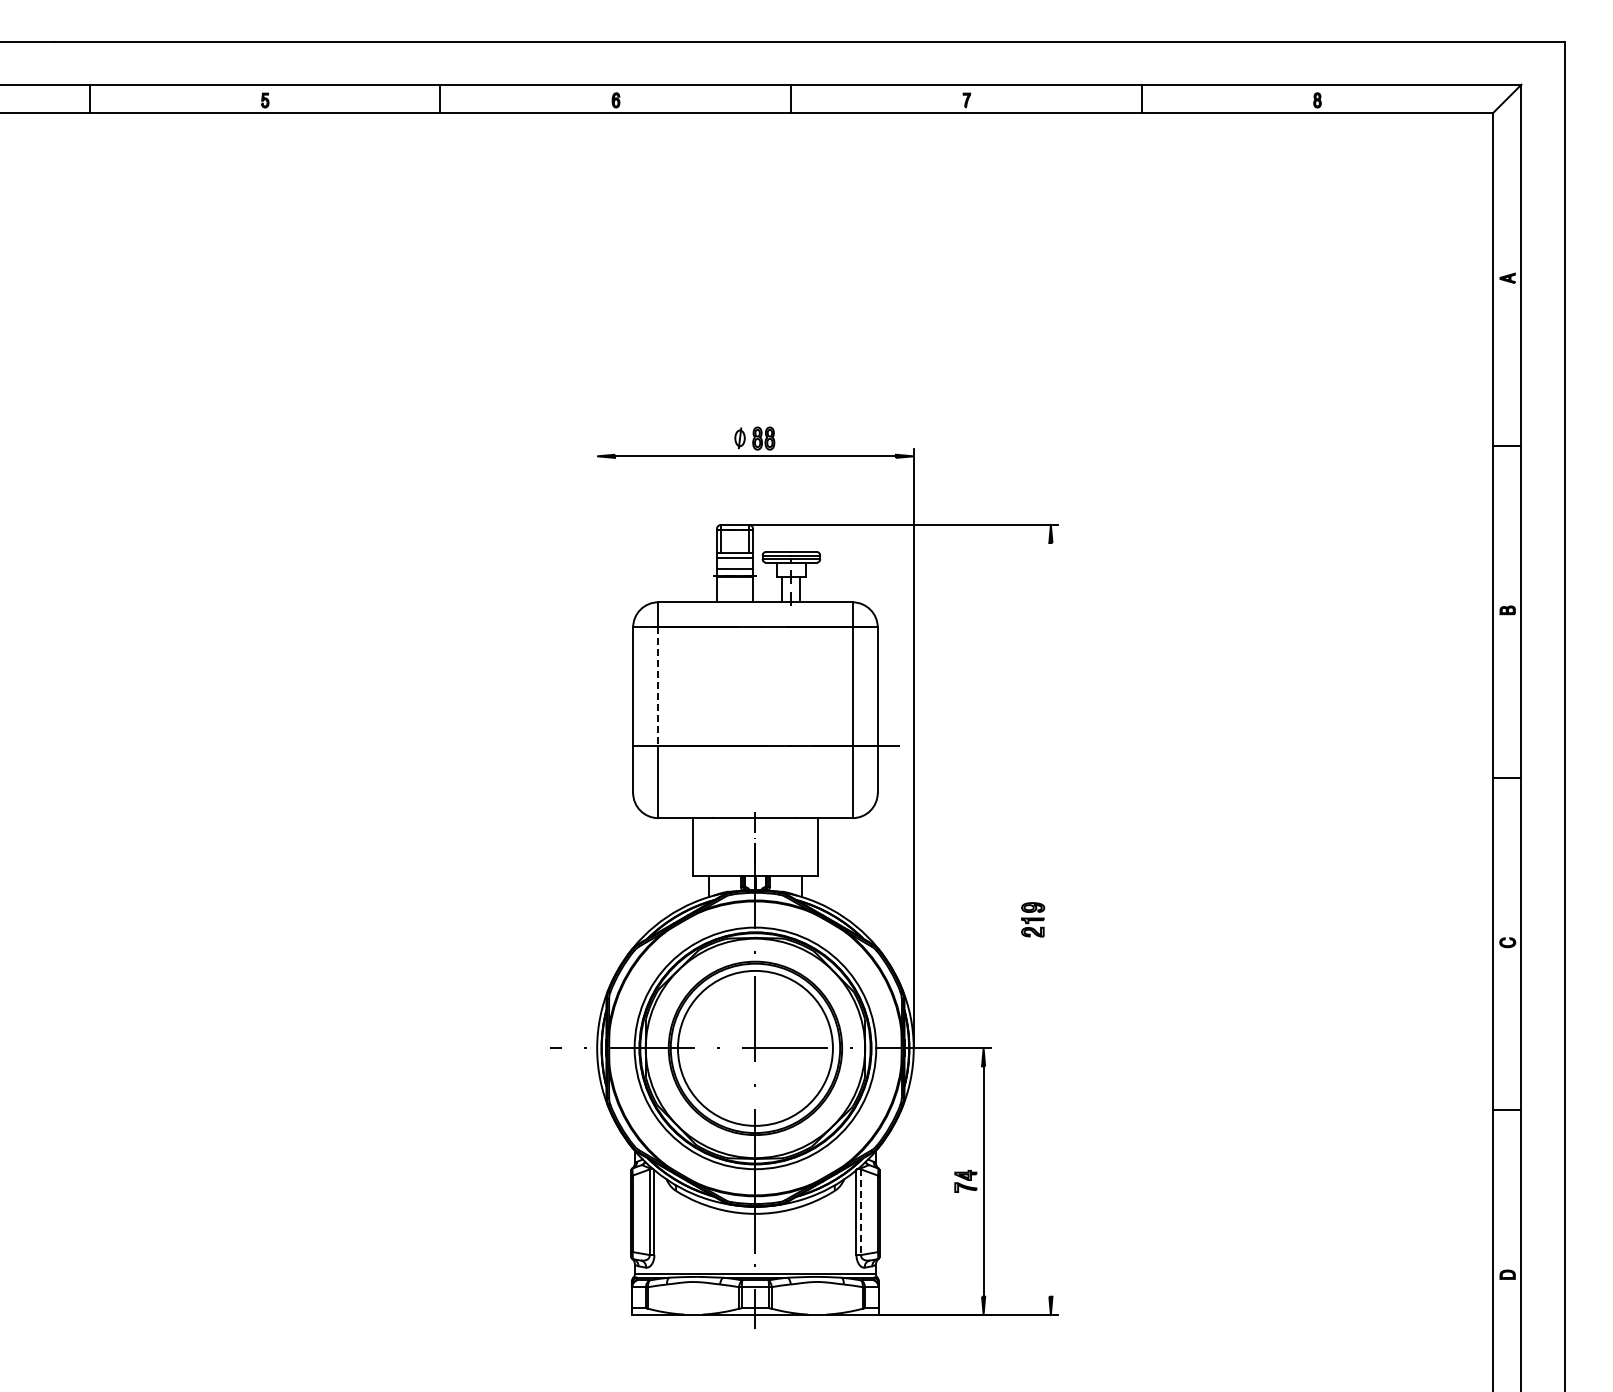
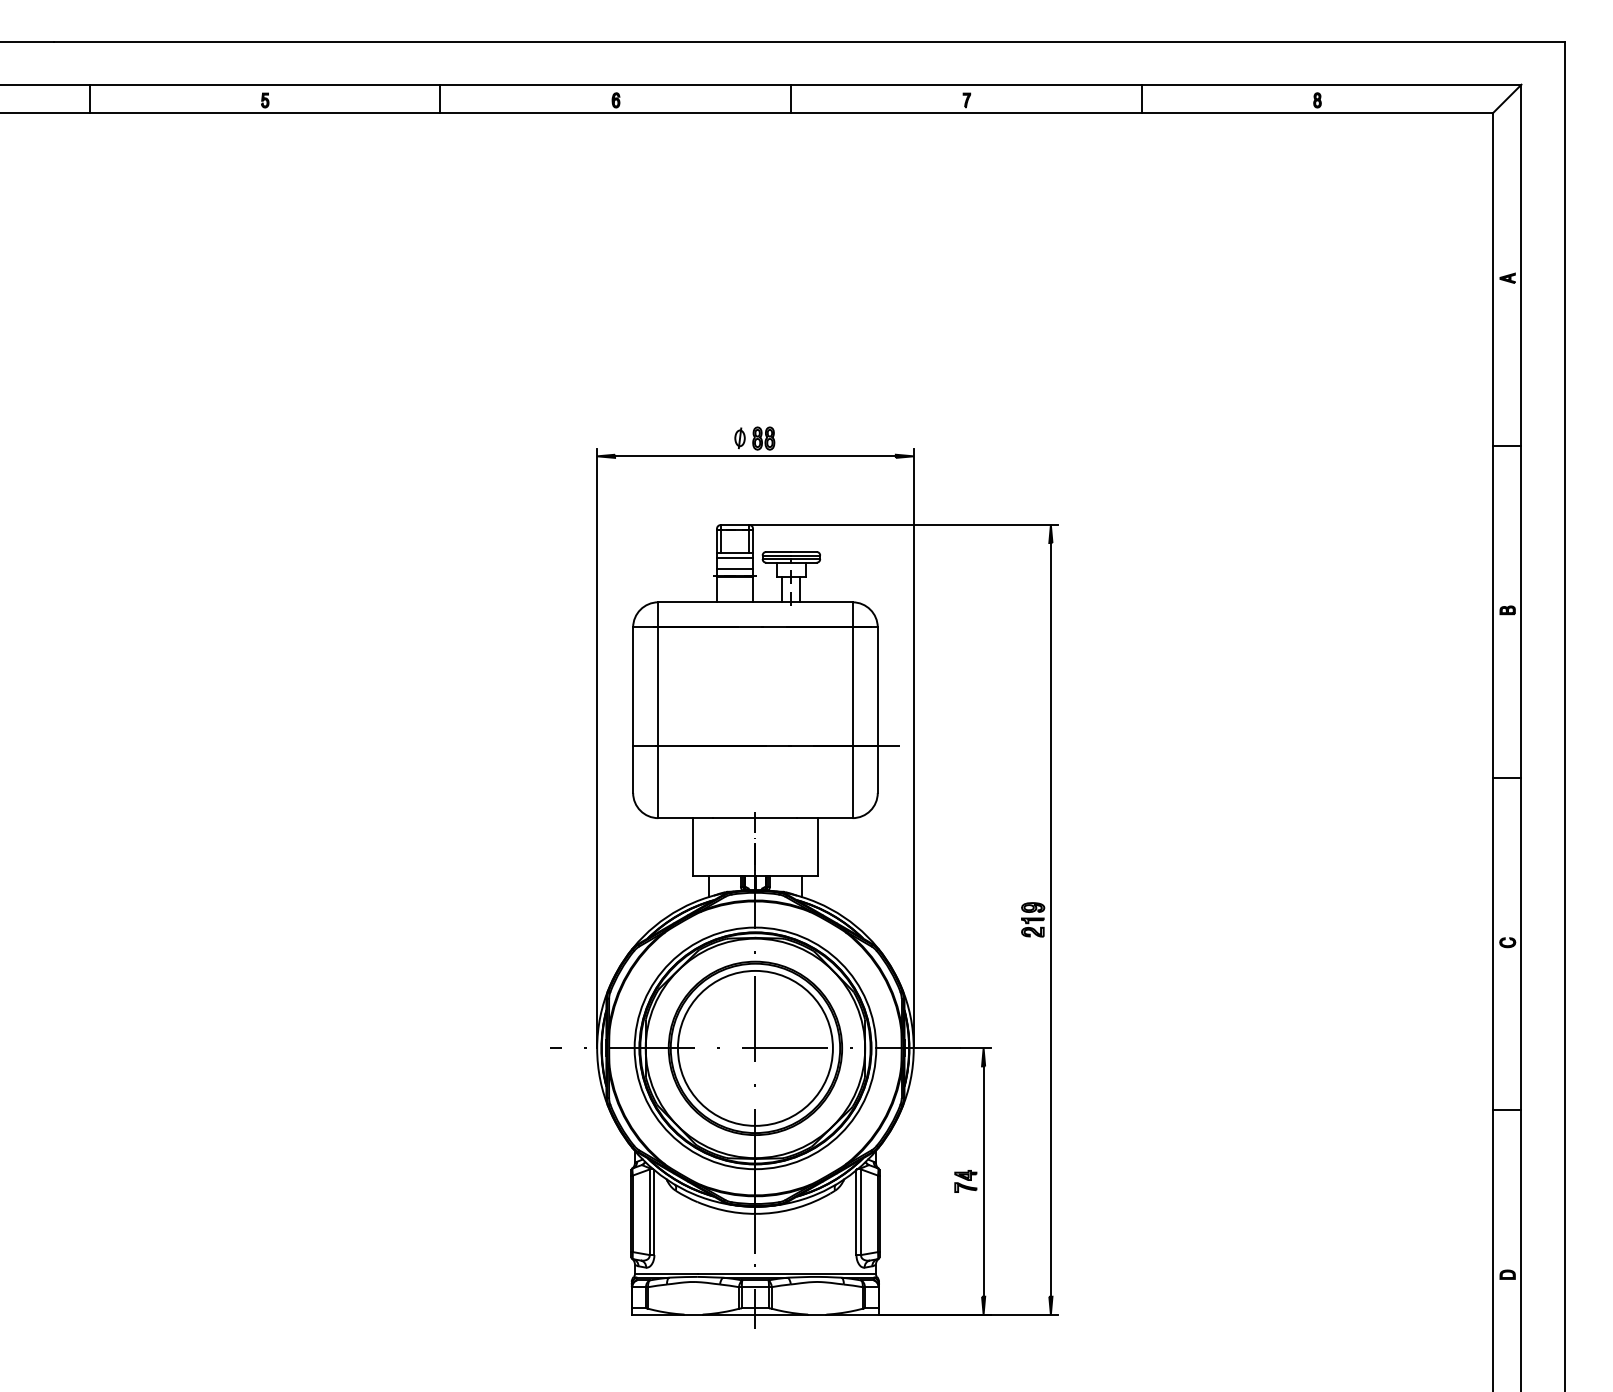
line at (658, 687): dashed -> solid
line at (597, 748): none -> present
line at (1050, 919): none -> present
line at (861, 1212): dashed -> solid
